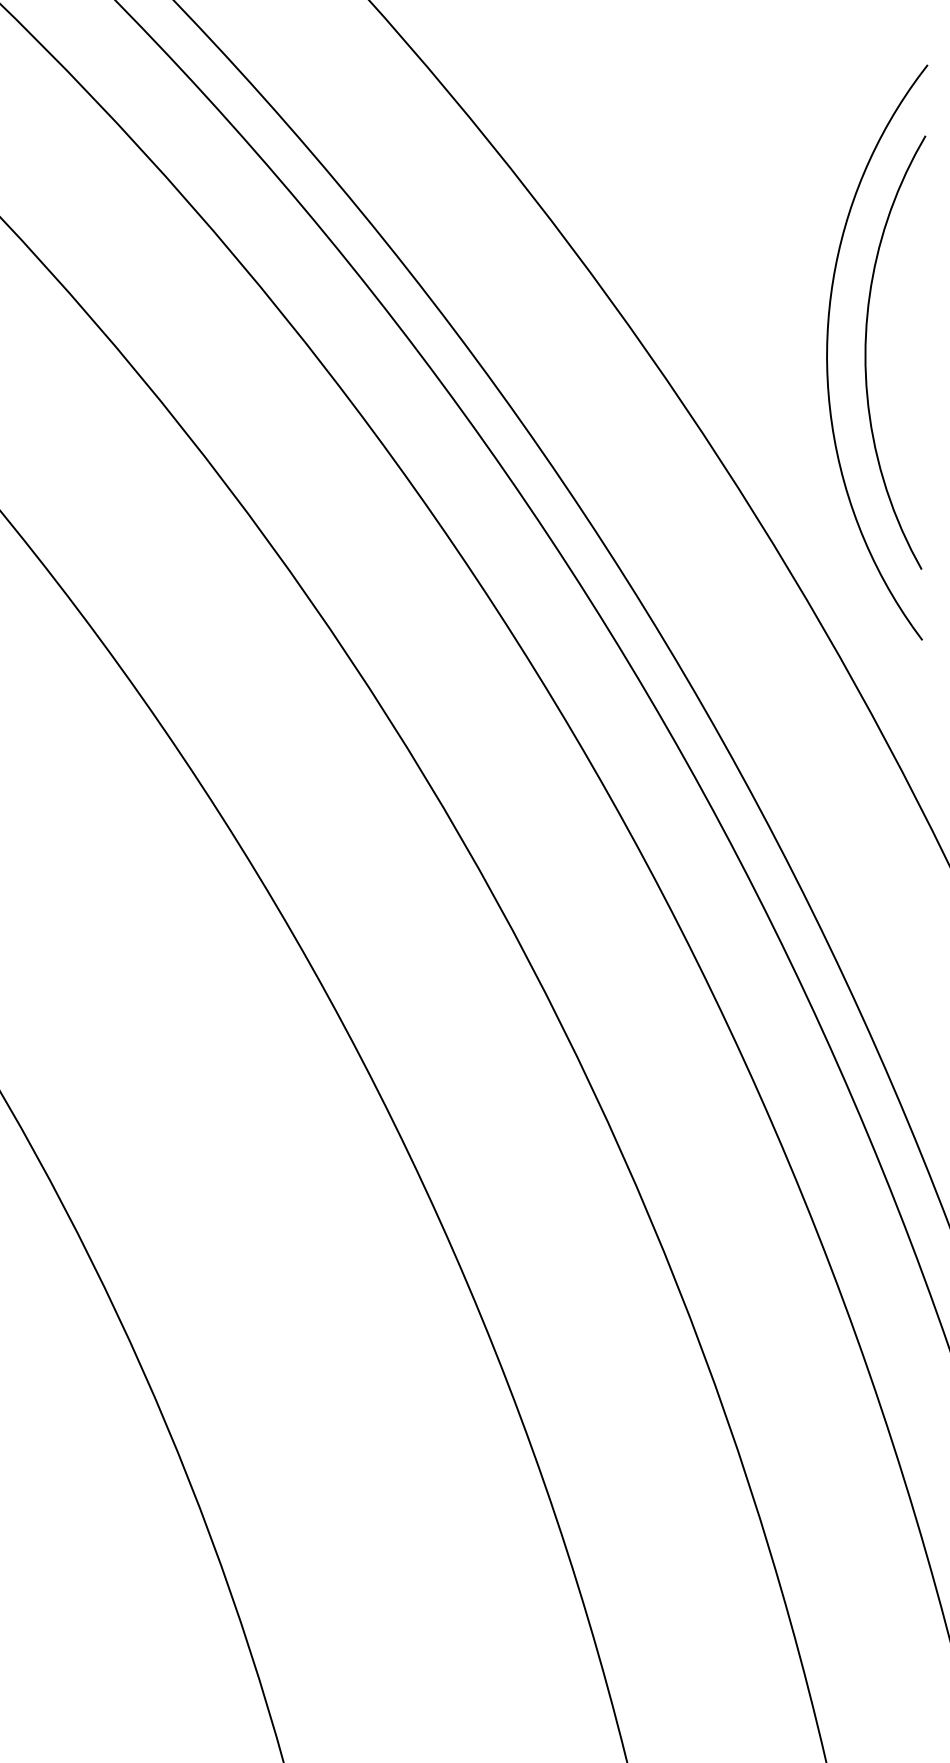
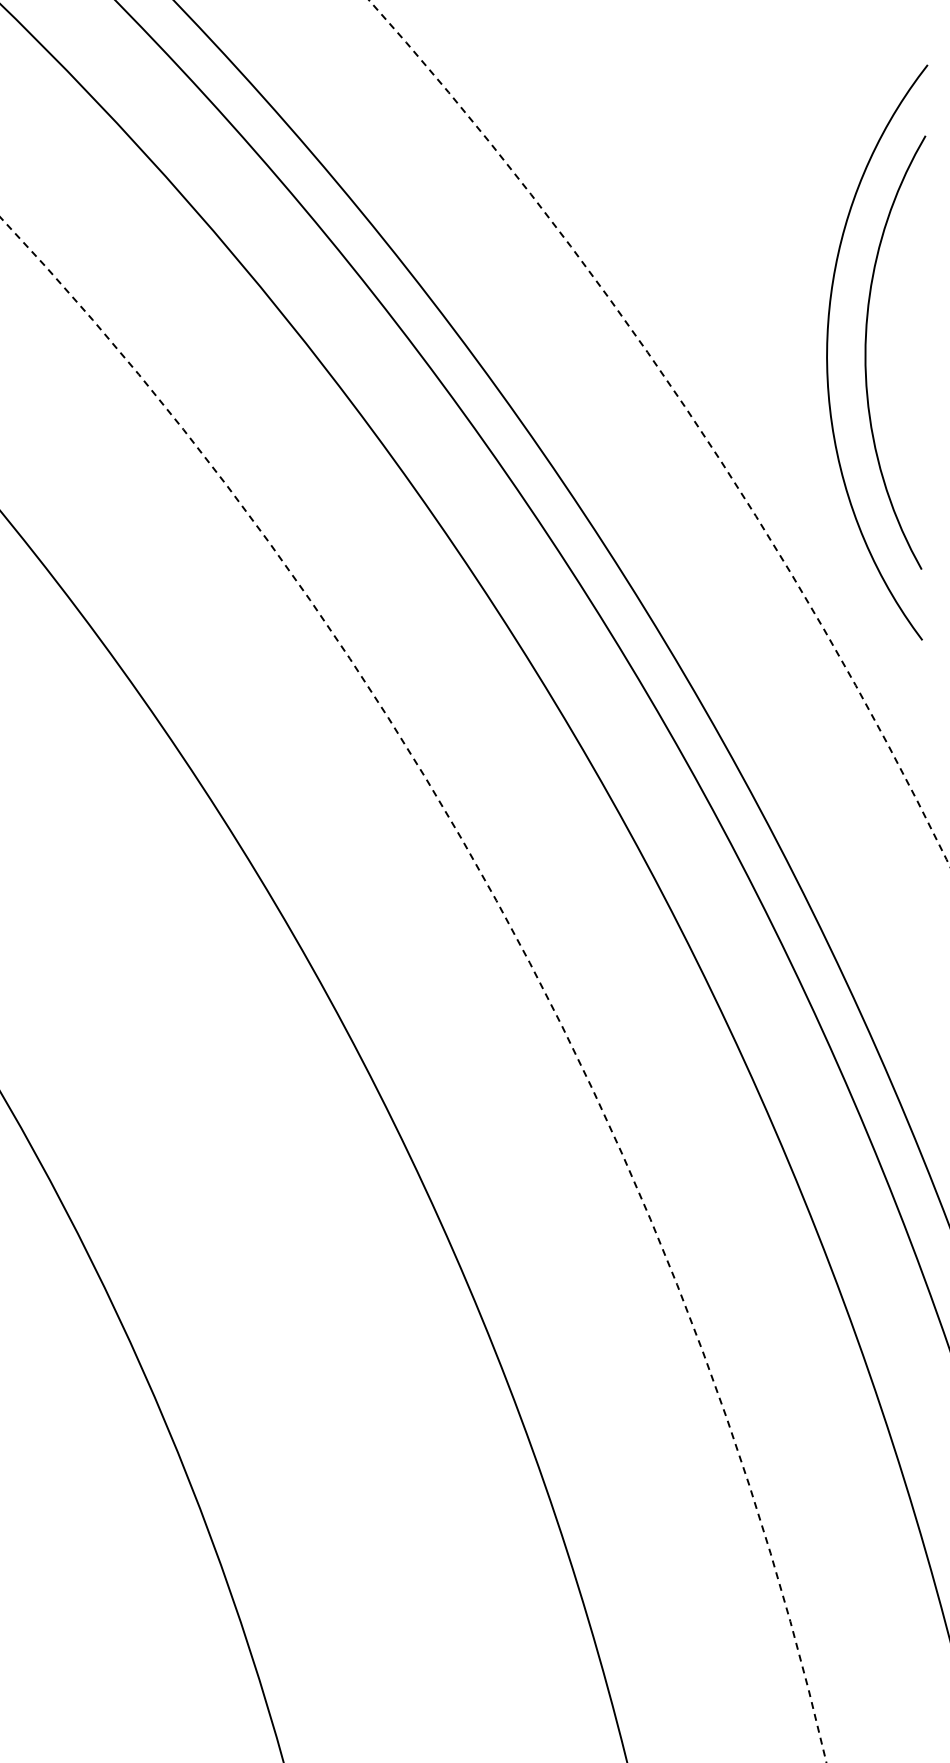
arc at (689, 413): solid -> dashed
arc at (514, 934): solid -> dashed
